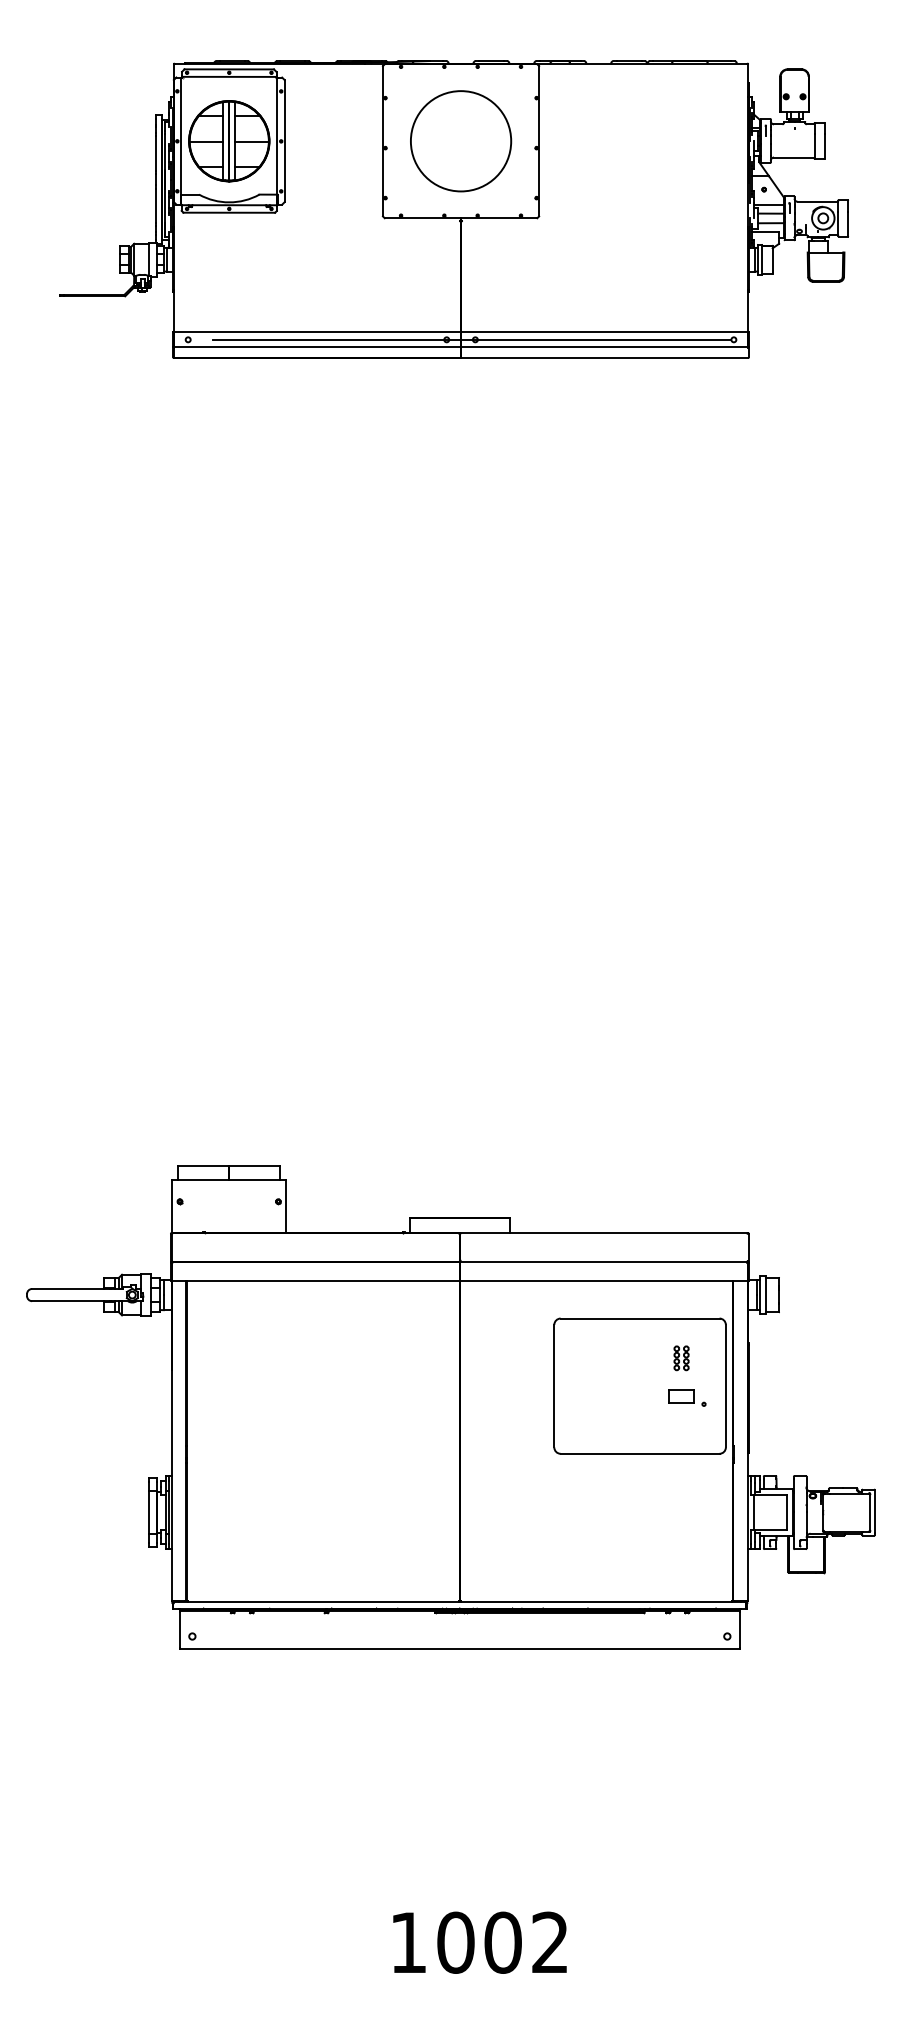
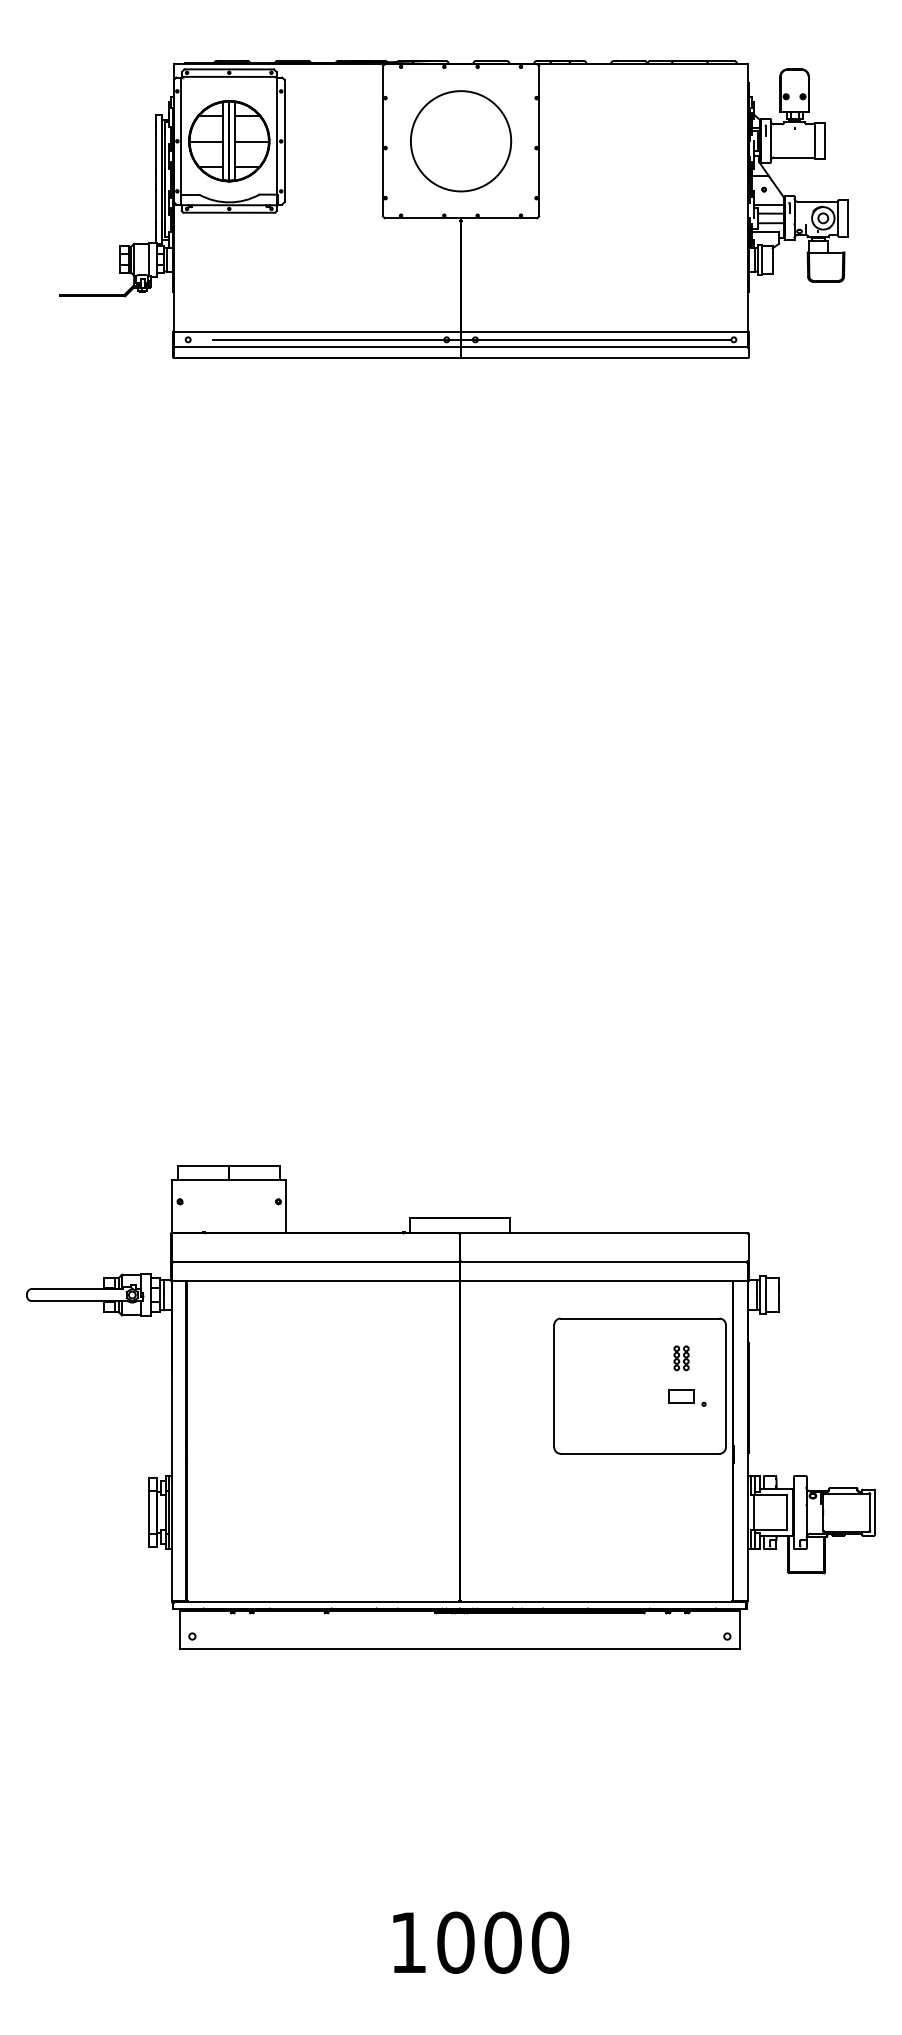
text at (550, 1942): 1002 -> 1000
